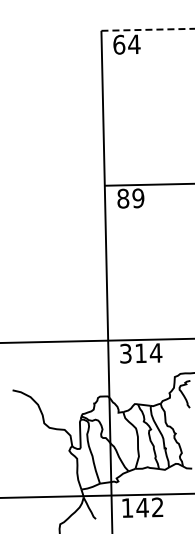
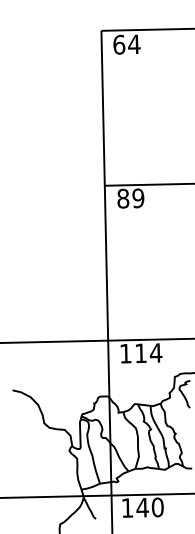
line at (148, 29): dashed -> solid
text at (125, 353): 314 -> 114
text at (157, 507): 142 -> 140
